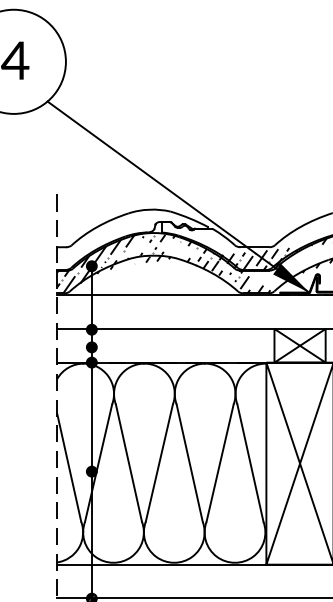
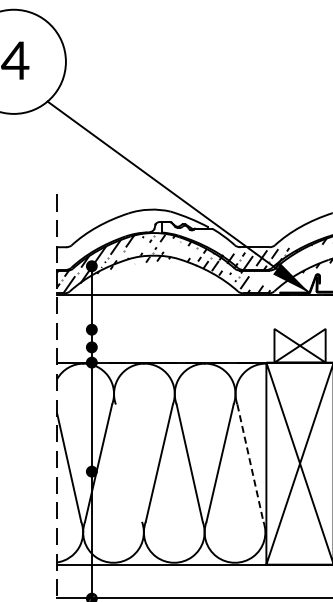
line at (193, 328): present -> none
line at (128, 462): present -> none
line at (250, 463): solid -> dashed
